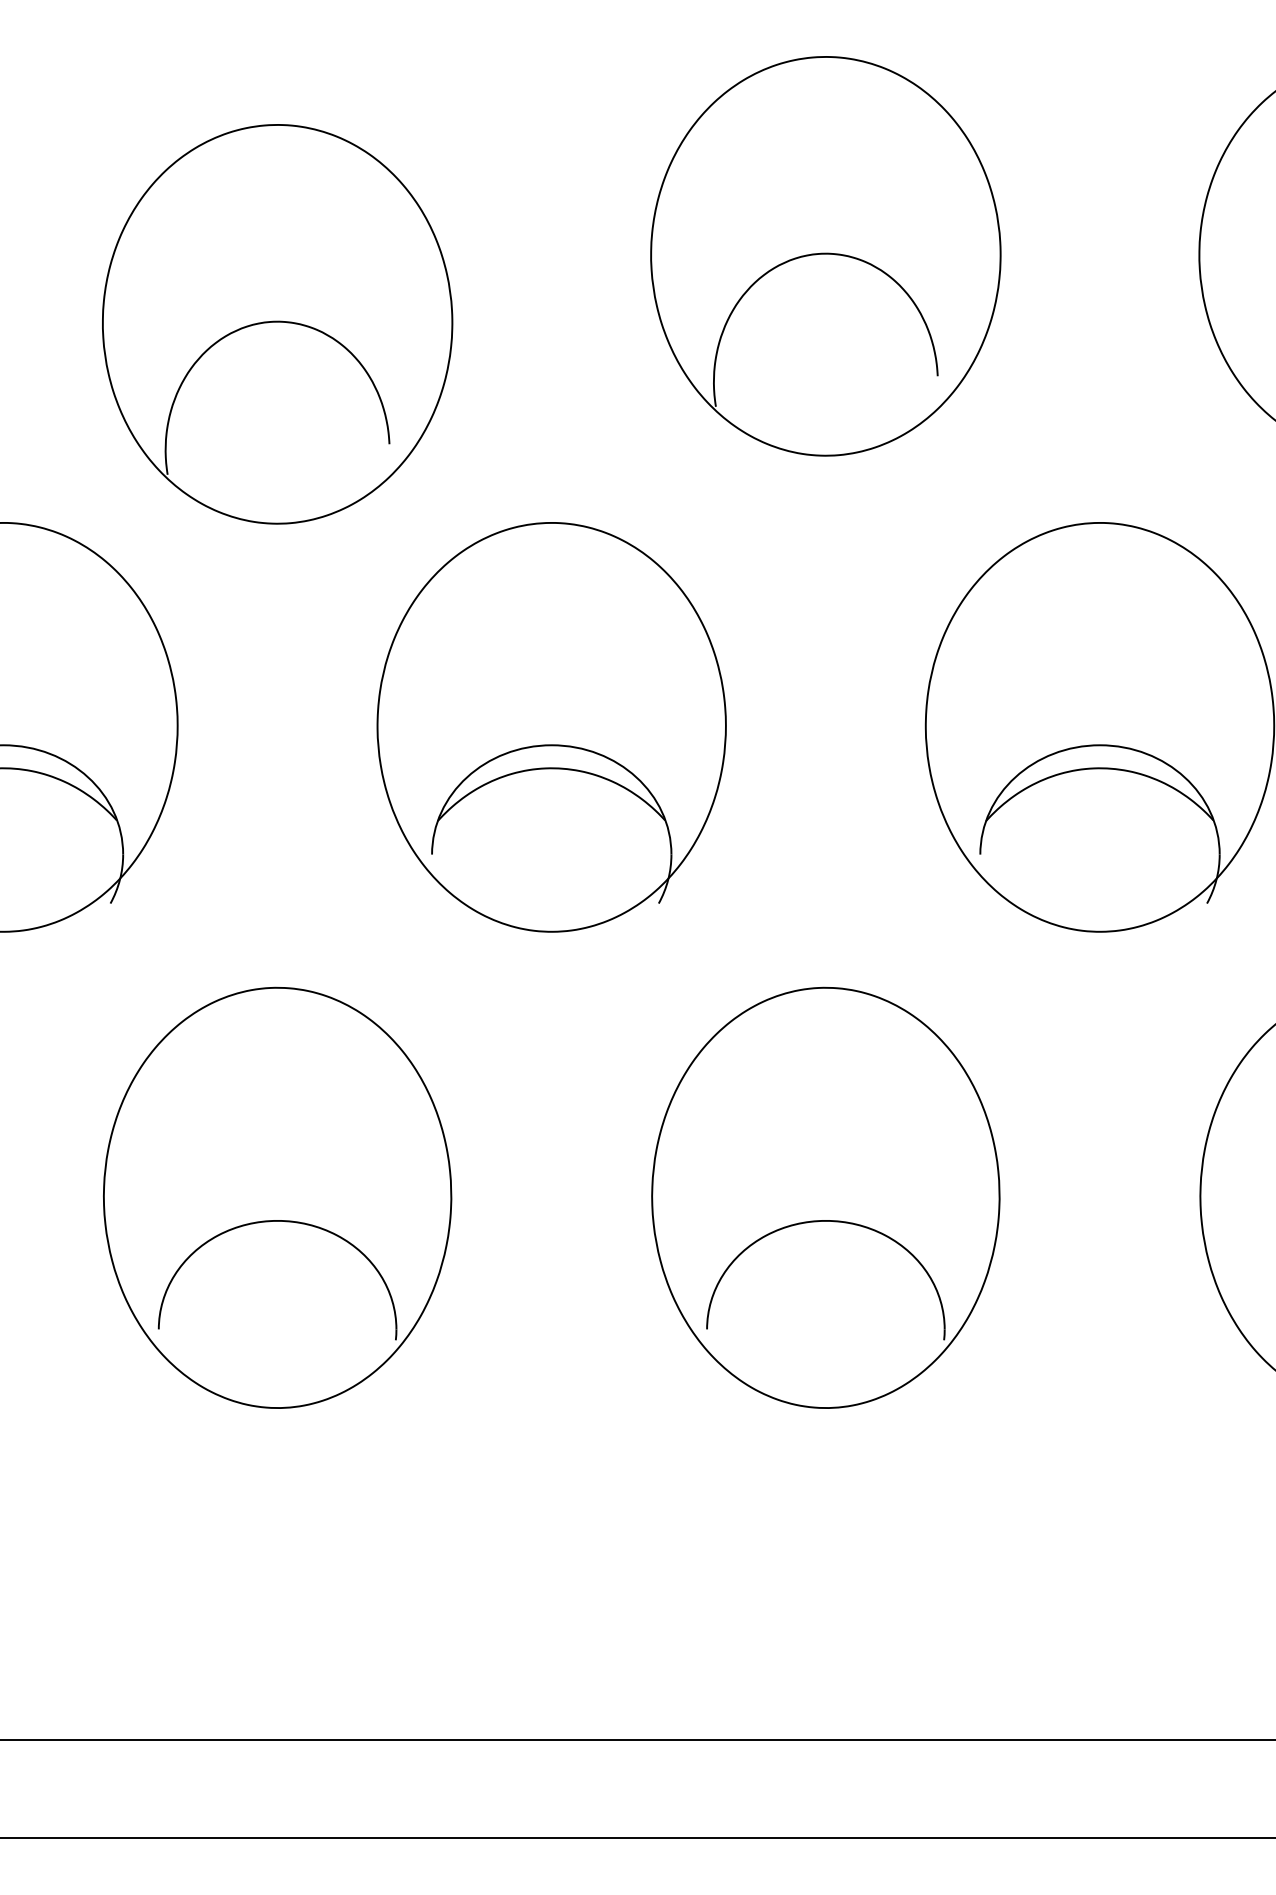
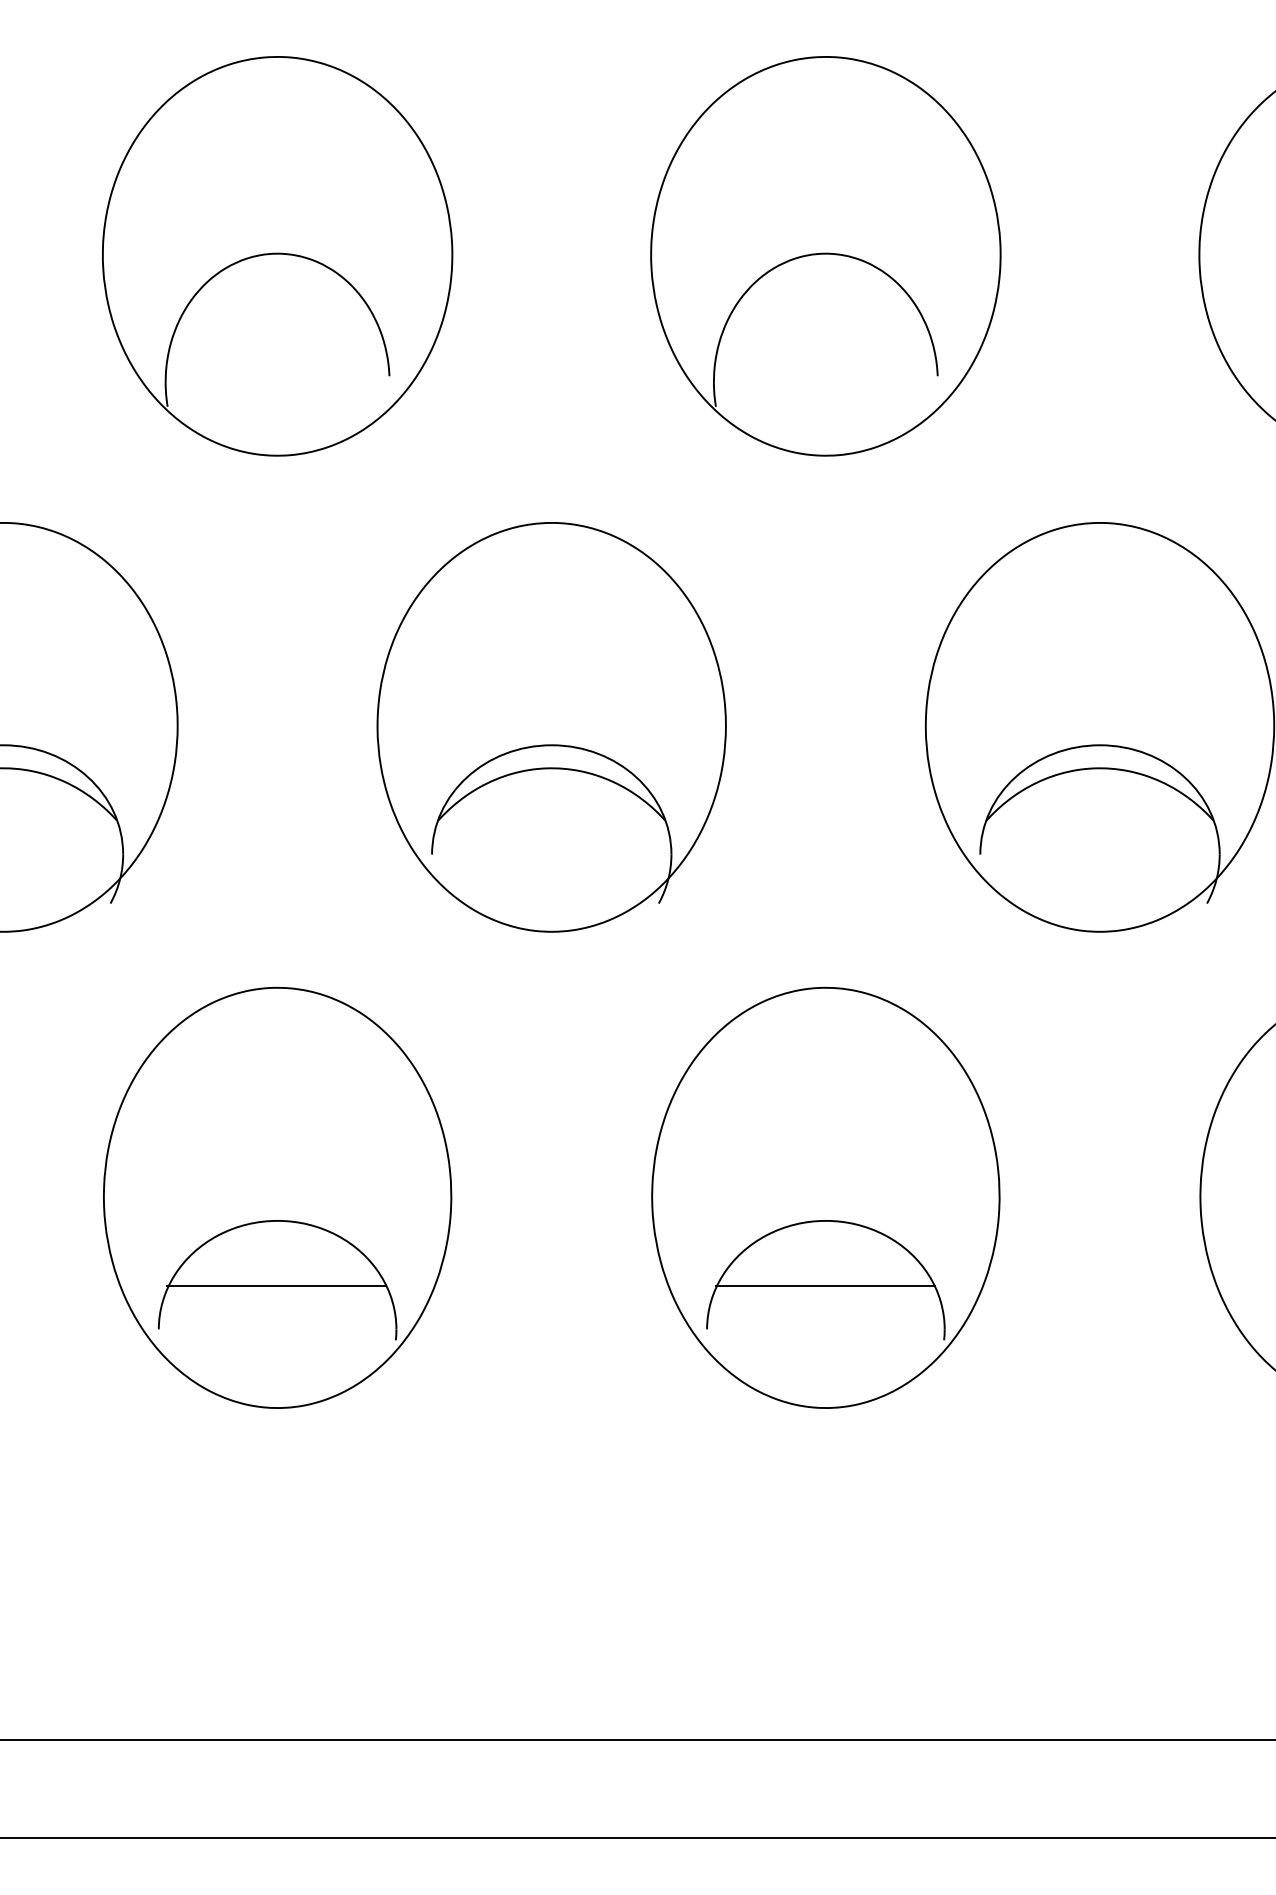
part at (277, 324) position: (277, 324) -> (277, 256)
line at (276, 1286): none -> present
line at (825, 1286): none -> present
